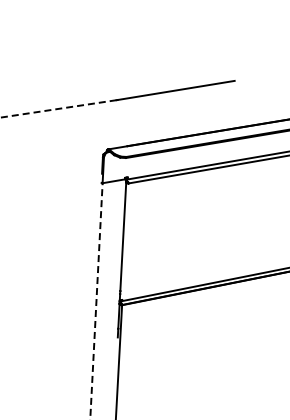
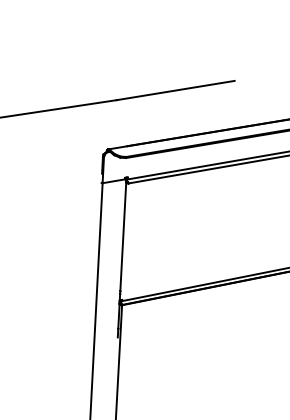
line at (58, 108): dashed -> solid
line at (96, 301): dashed -> solid
